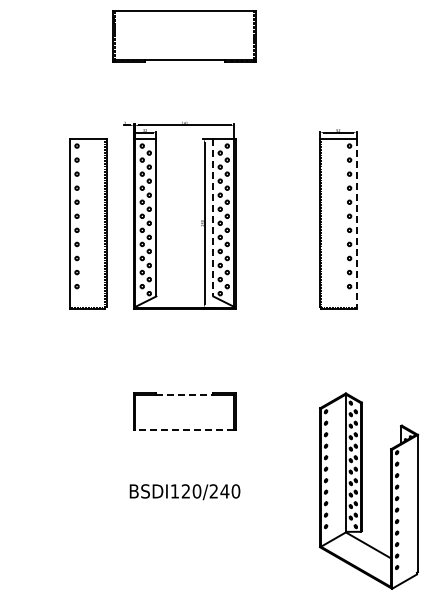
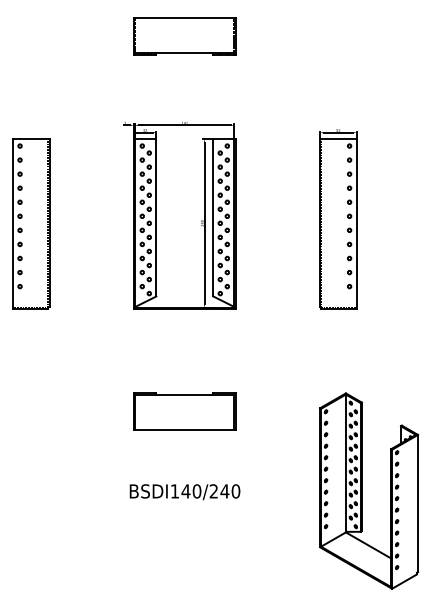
part at (184, 36) size: 145x53 px -> 104x39 px
line at (213, 217): dashed -> solid
part at (88, 223) position: (88, 223) -> (31, 223)
line at (356, 224): dashed -> solid
line at (185, 394): dashed -> solid
line at (184, 429): dashed -> solid
text at (185, 491): BSDI120/240 -> BSDI140/240
